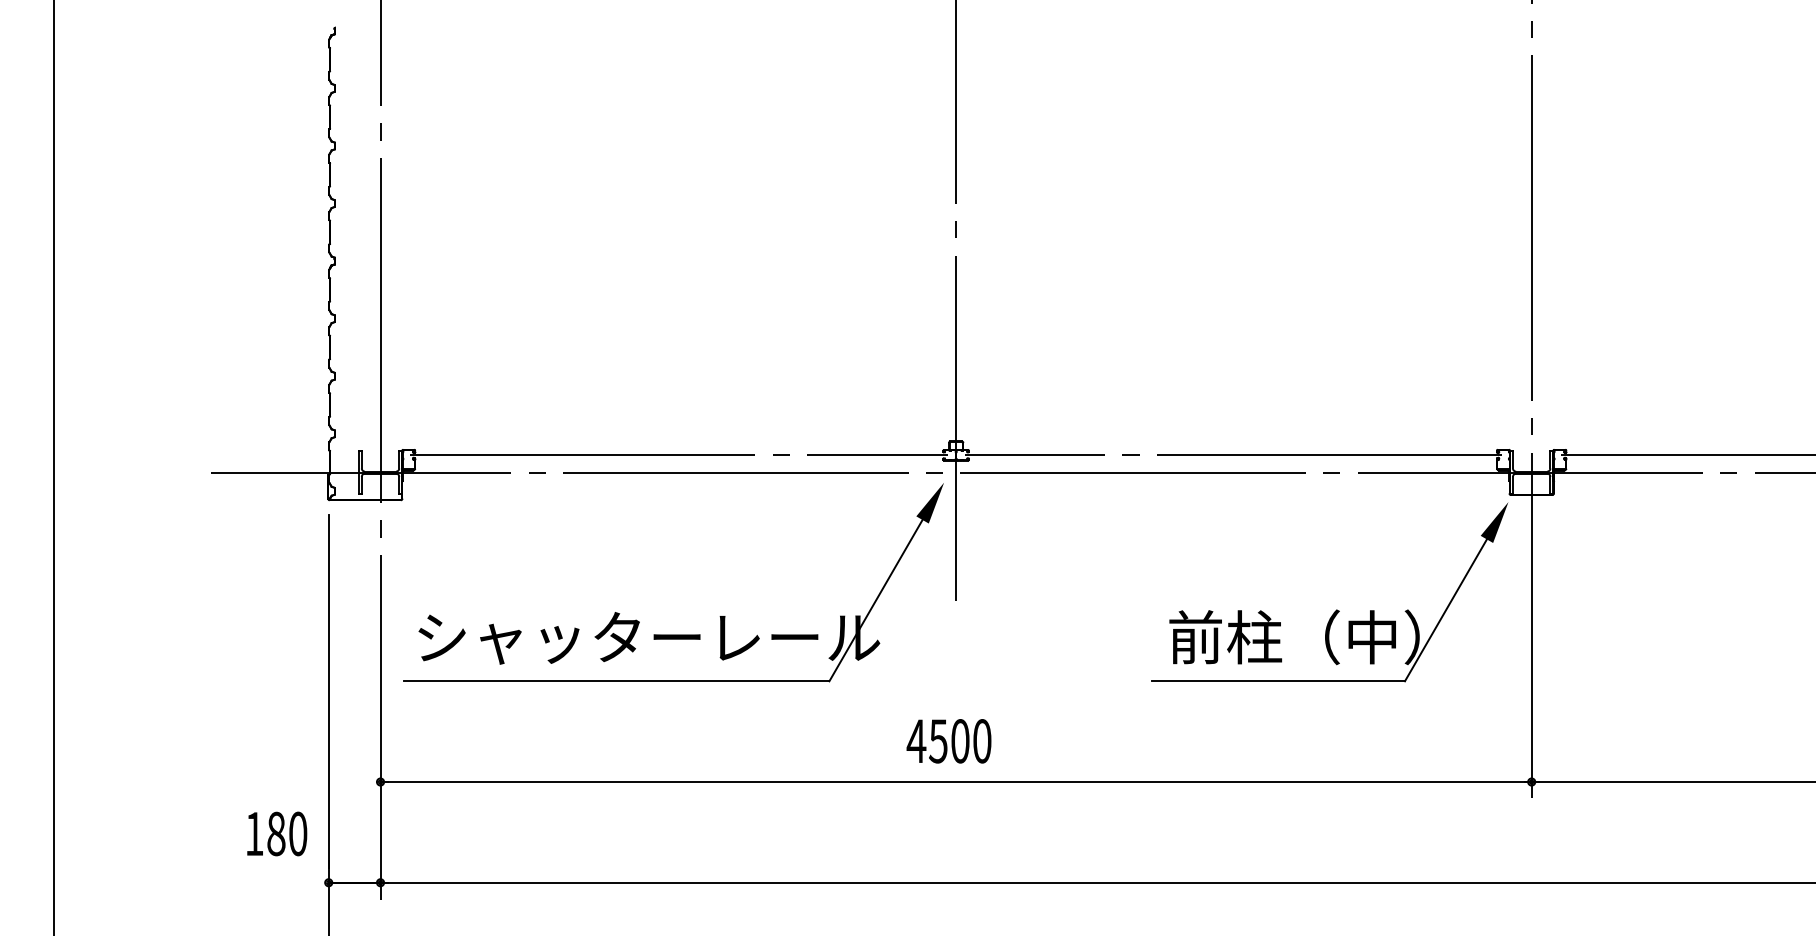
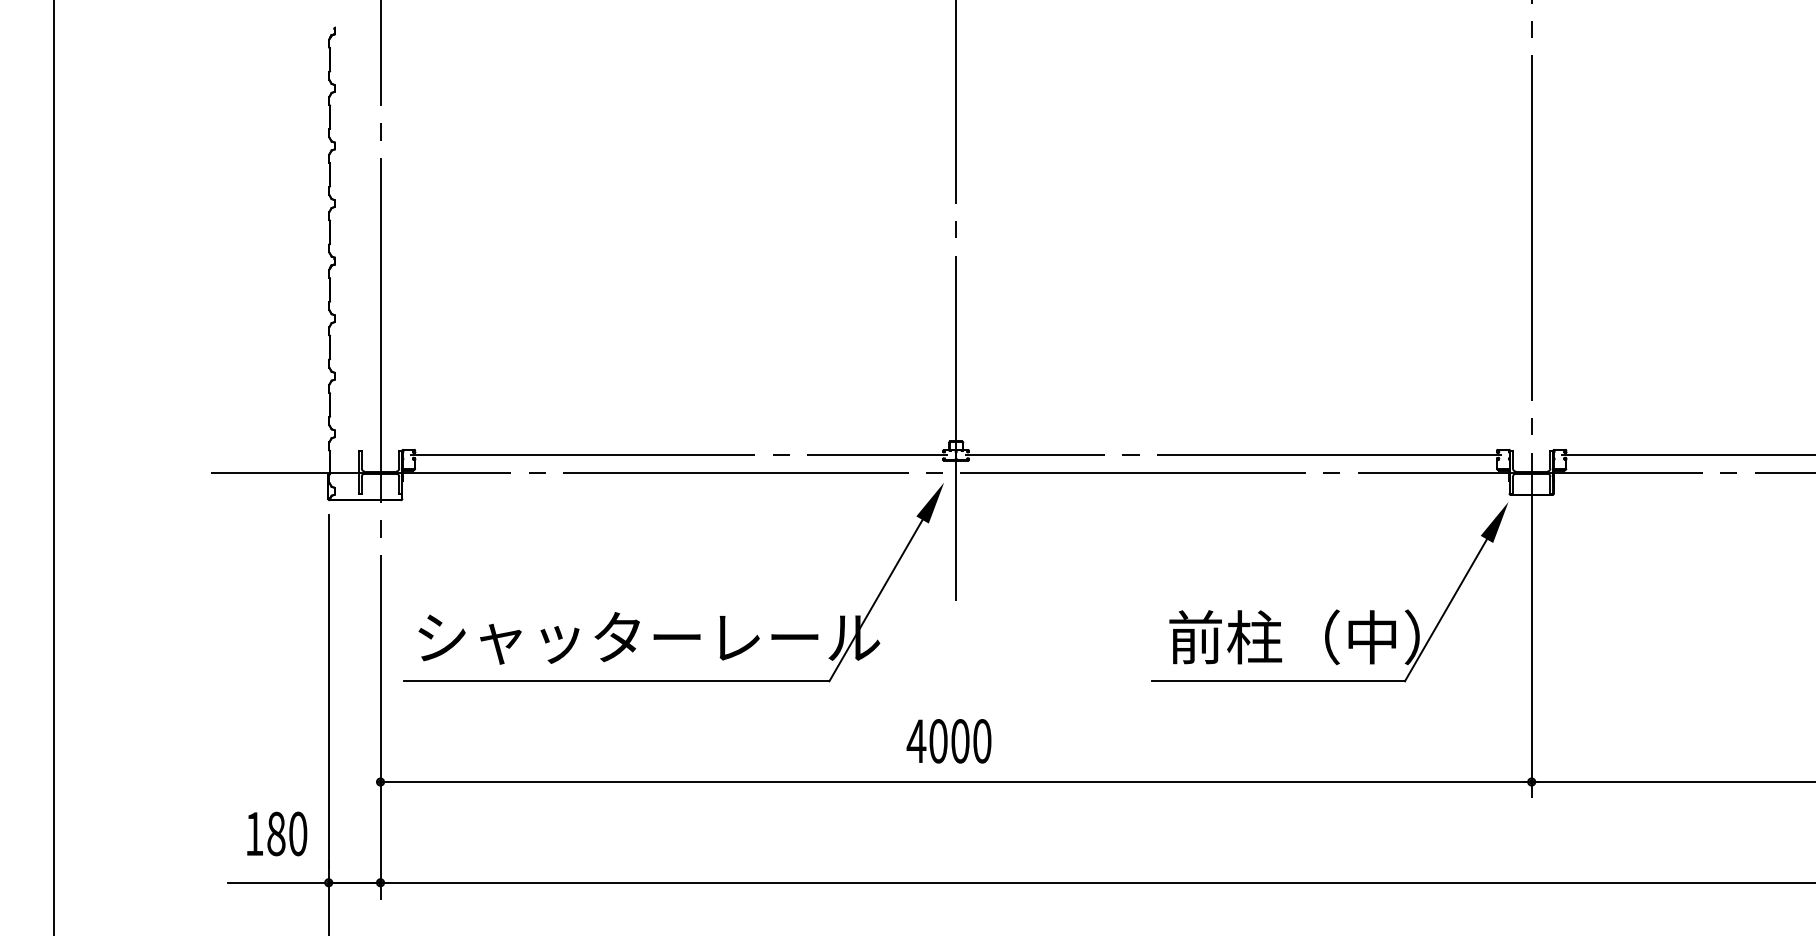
text at (938, 741): 4500 -> 4000
line at (276, 882): none -> present
